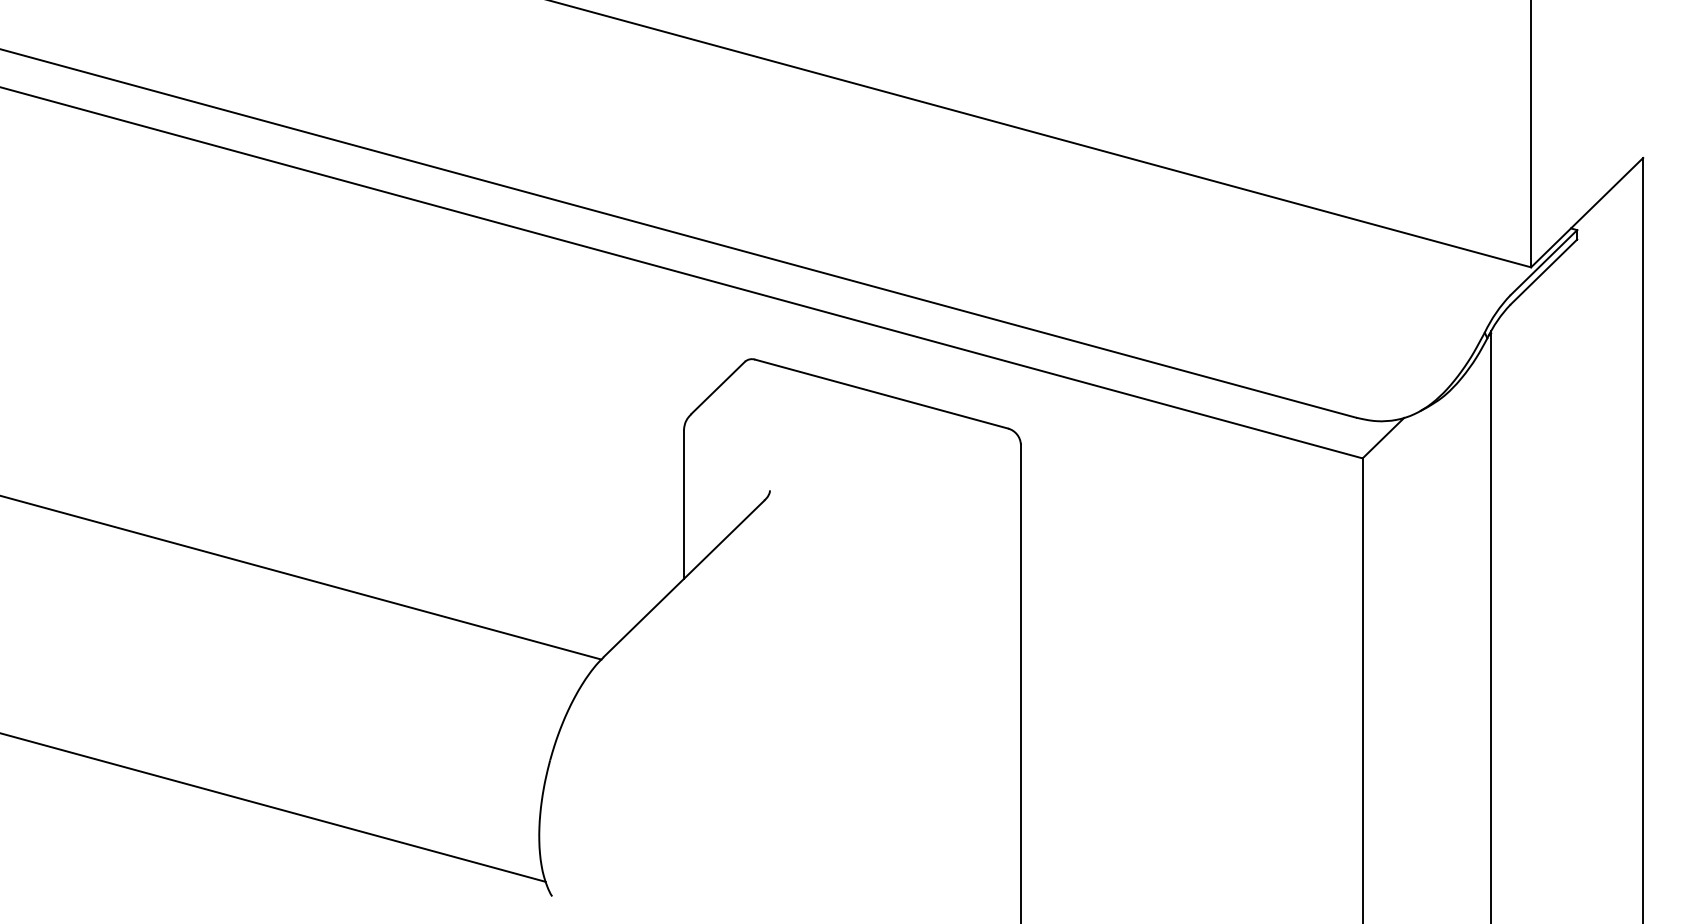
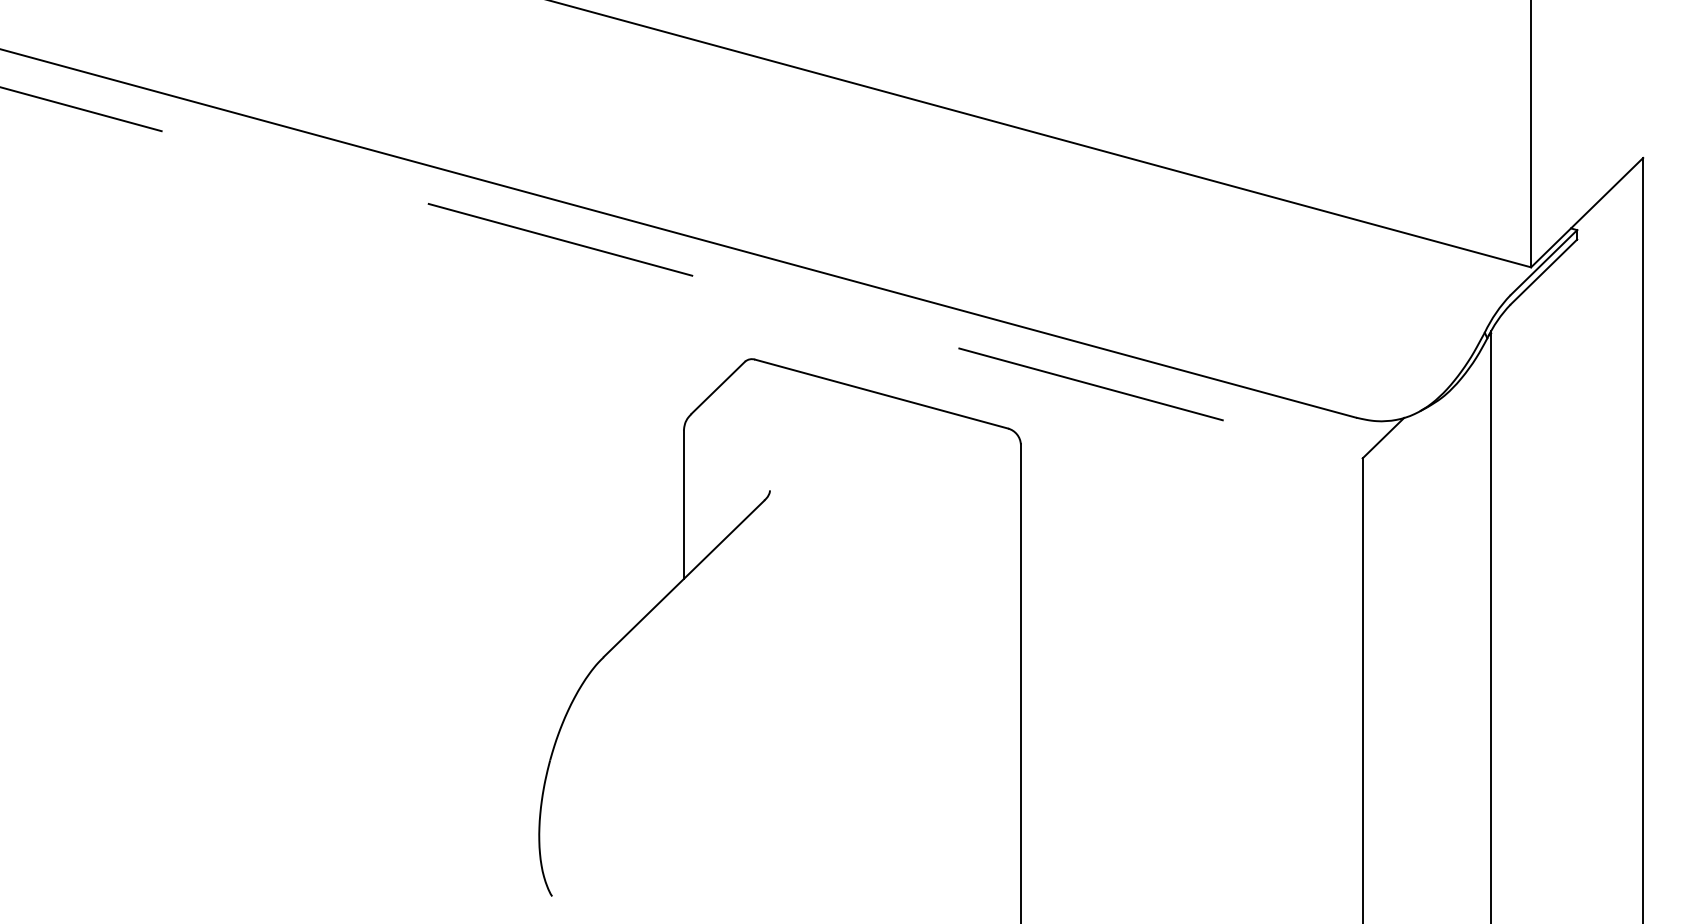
line at (681, 272): solid -> dashed
line at (301, 577): present -> none
line at (273, 807): present -> none
